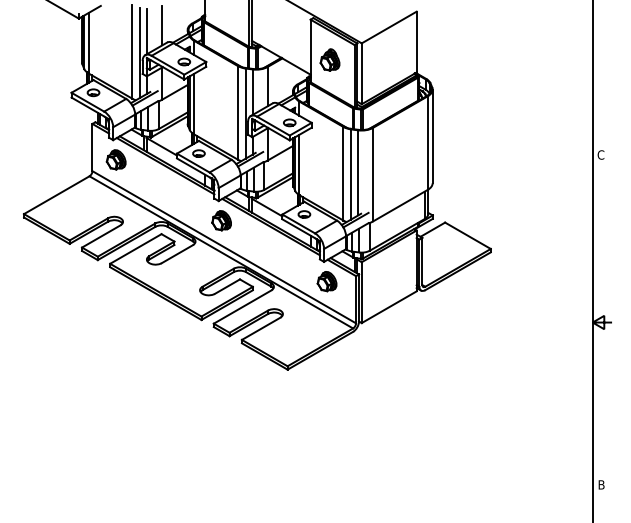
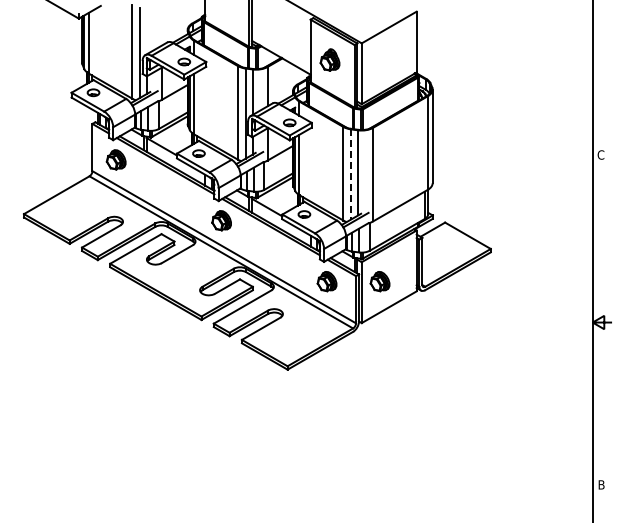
line at (162, 25): present -> none
line at (147, 31): present -> none
line at (351, 175): solid -> dashed
part at (379, 281): none -> present
